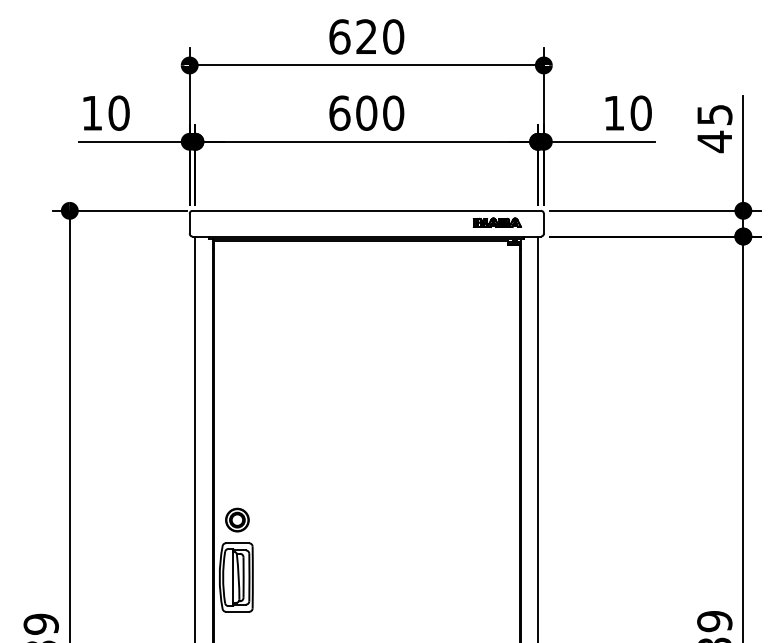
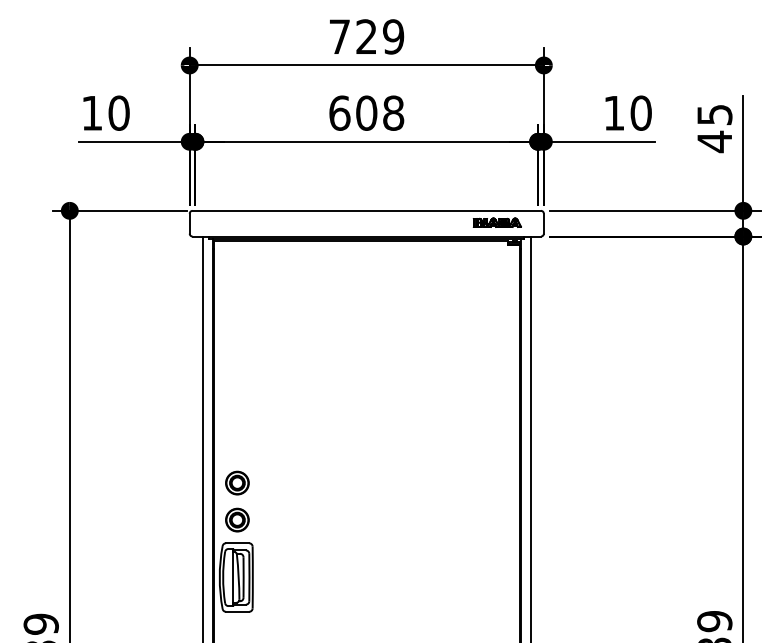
text at (366, 36): 620 -> 729
text at (393, 112): 600 -> 608
line at (195, 437) position: (195, 437) -> (203, 437)
line at (538, 437) position: (538, 437) -> (531, 437)
part at (237, 482): none -> present
